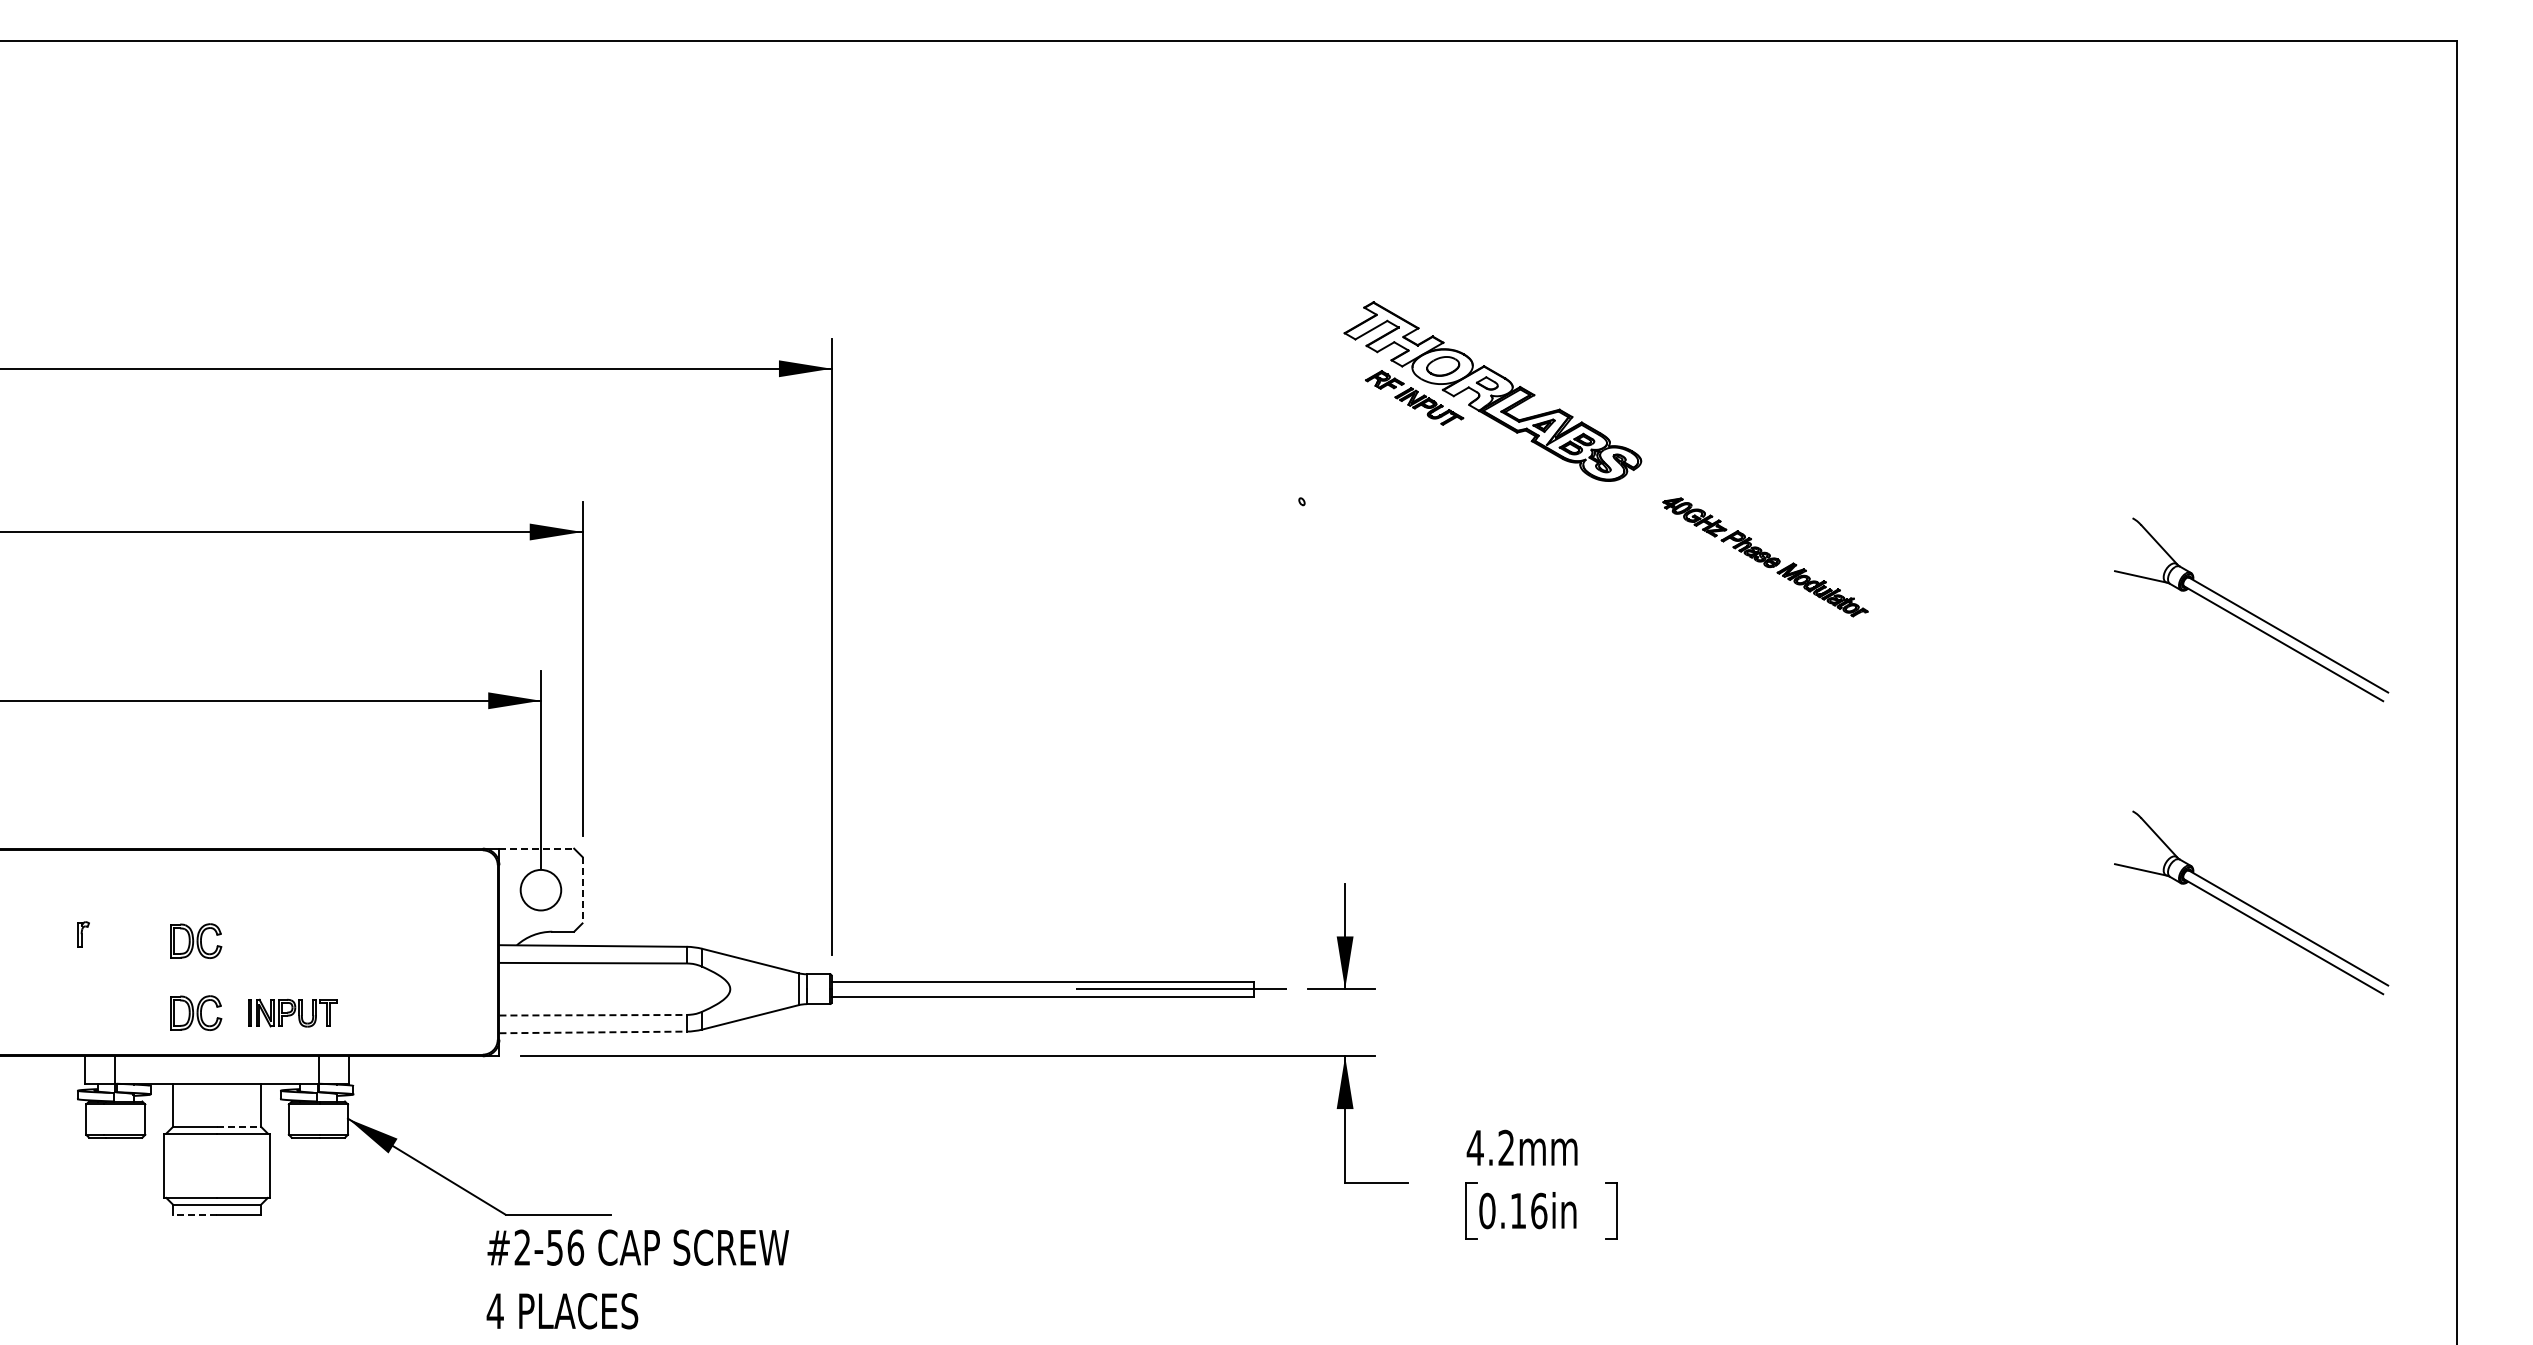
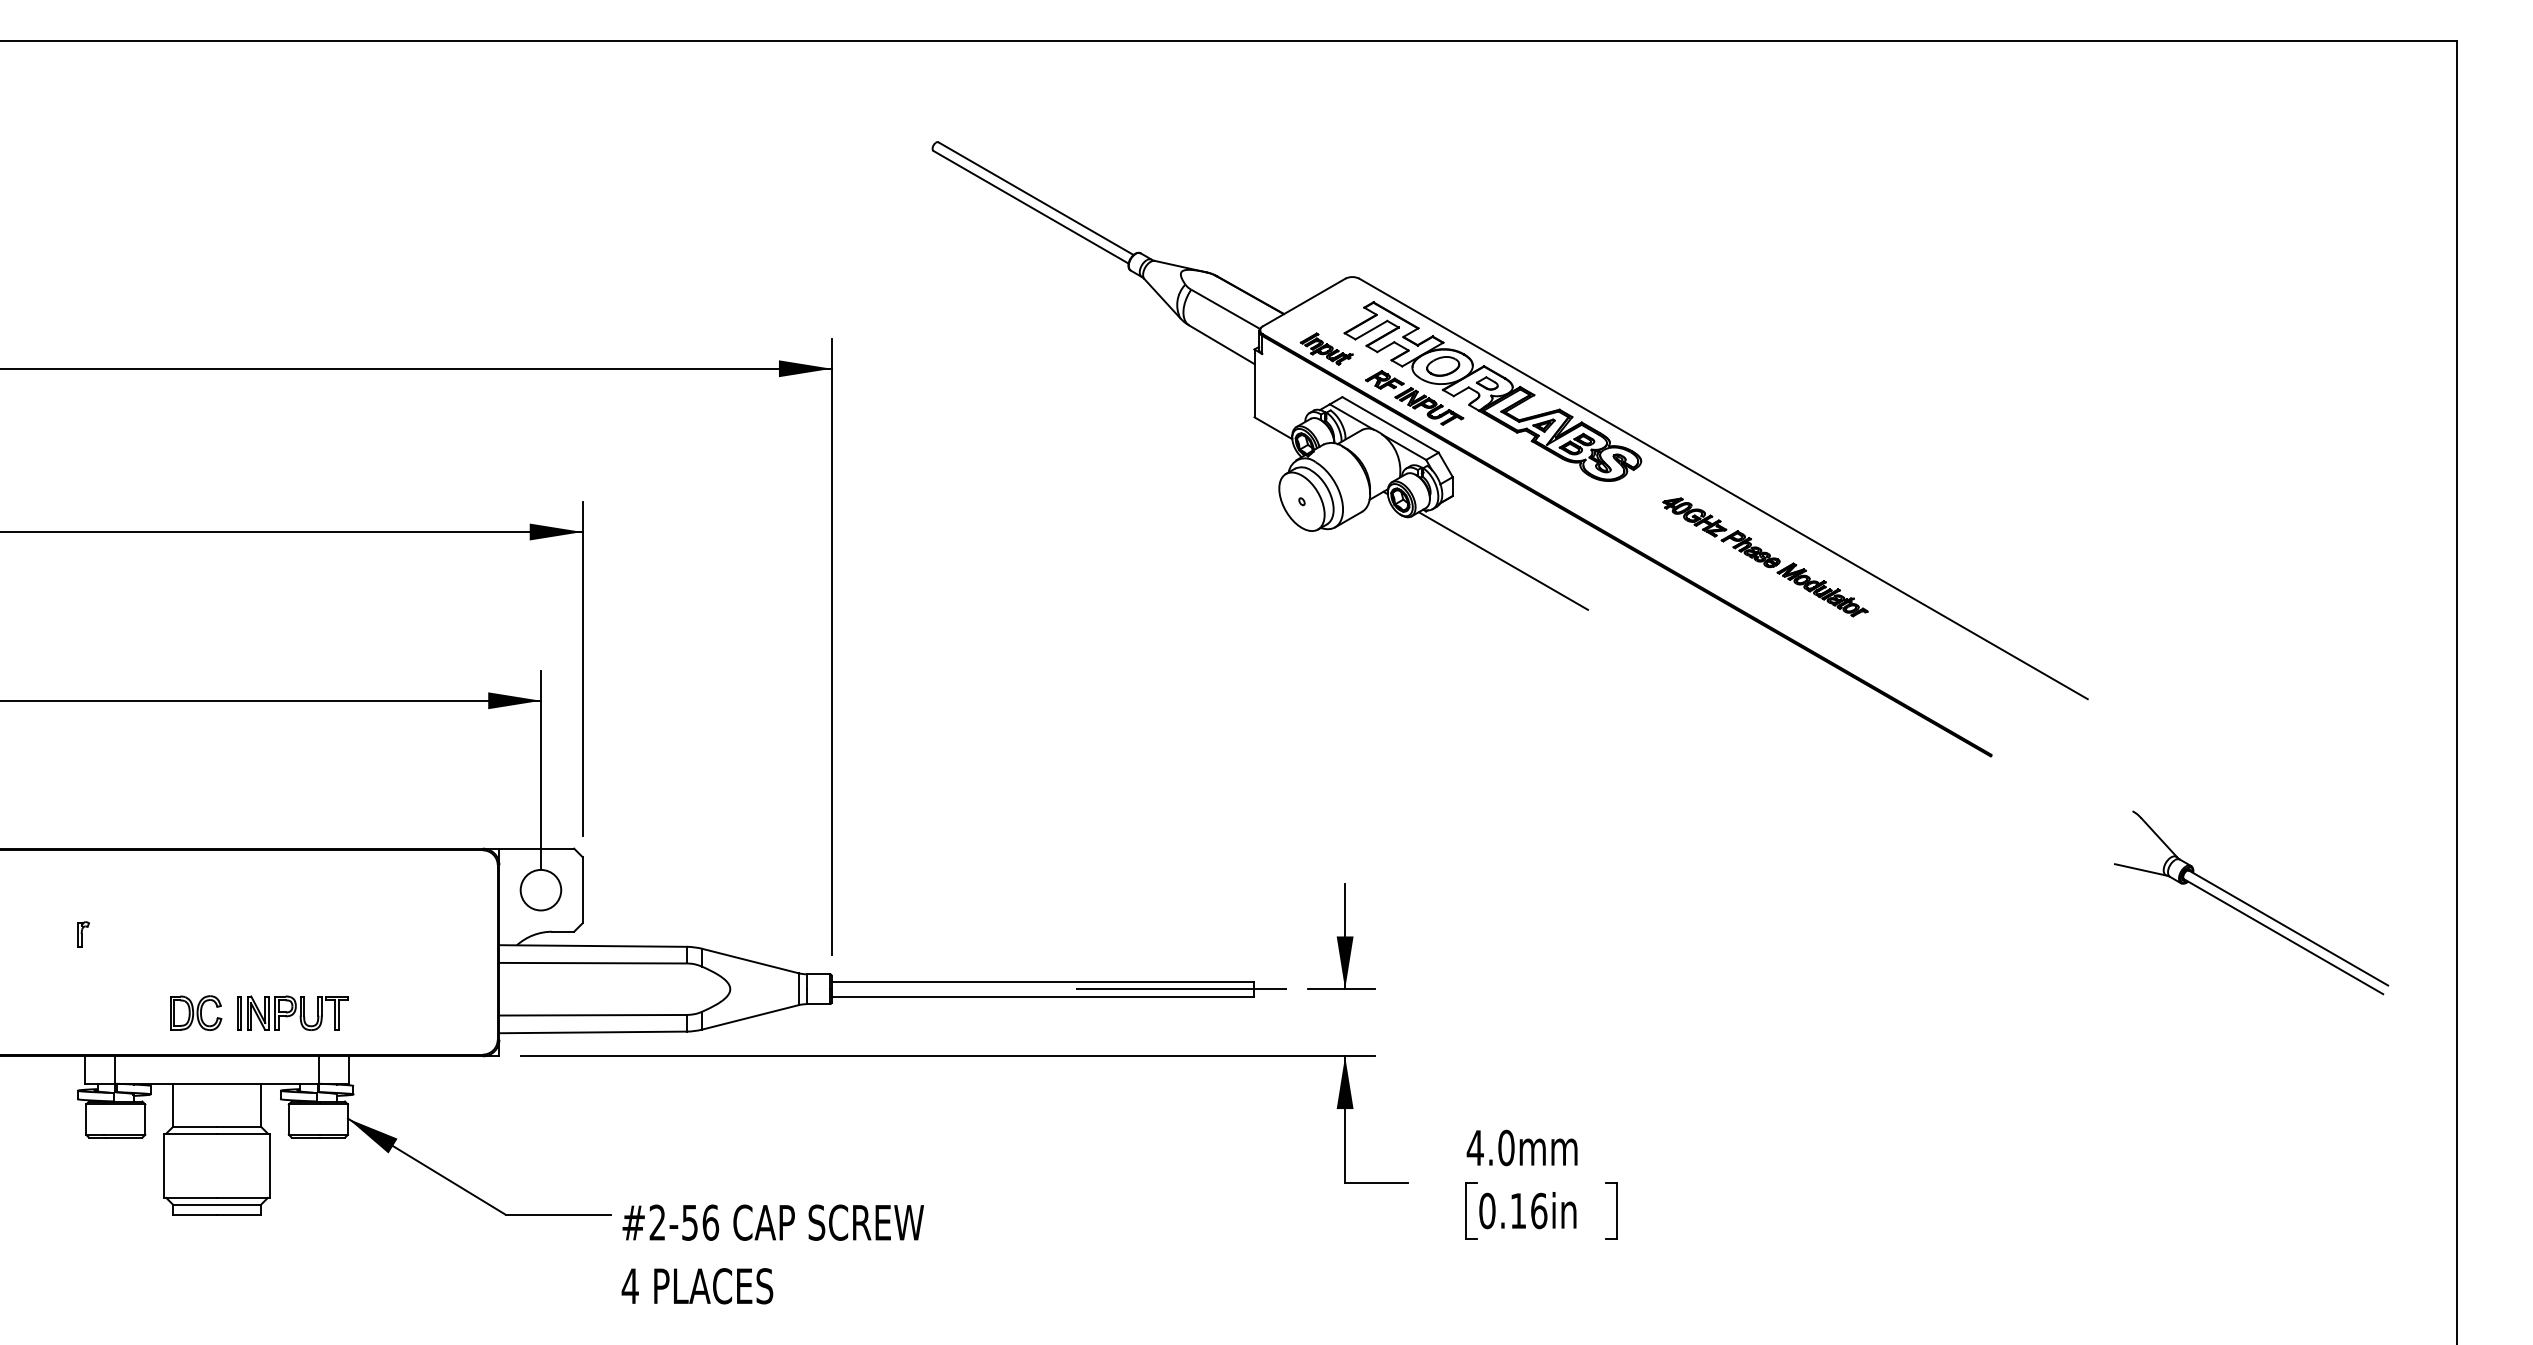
part at (1499, 469): none -> present
part at (2251, 609): present -> none
line at (537, 848): dashed -> solid
line at (582, 890): dashed -> solid
part at (196, 940): present -> none
part at (292, 1012) size: 90x30 px -> 112x36 px
line at (592, 1015): dashed -> solid
line at (593, 1032): dashed -> solid
line at (239, 1126): dashed -> solid
text at (1506, 1147): 4.2mm -> 4.0mm
line at (194, 1214): dashed -> solid
text at (637, 1279) position: (637, 1279) -> (772, 1254)
